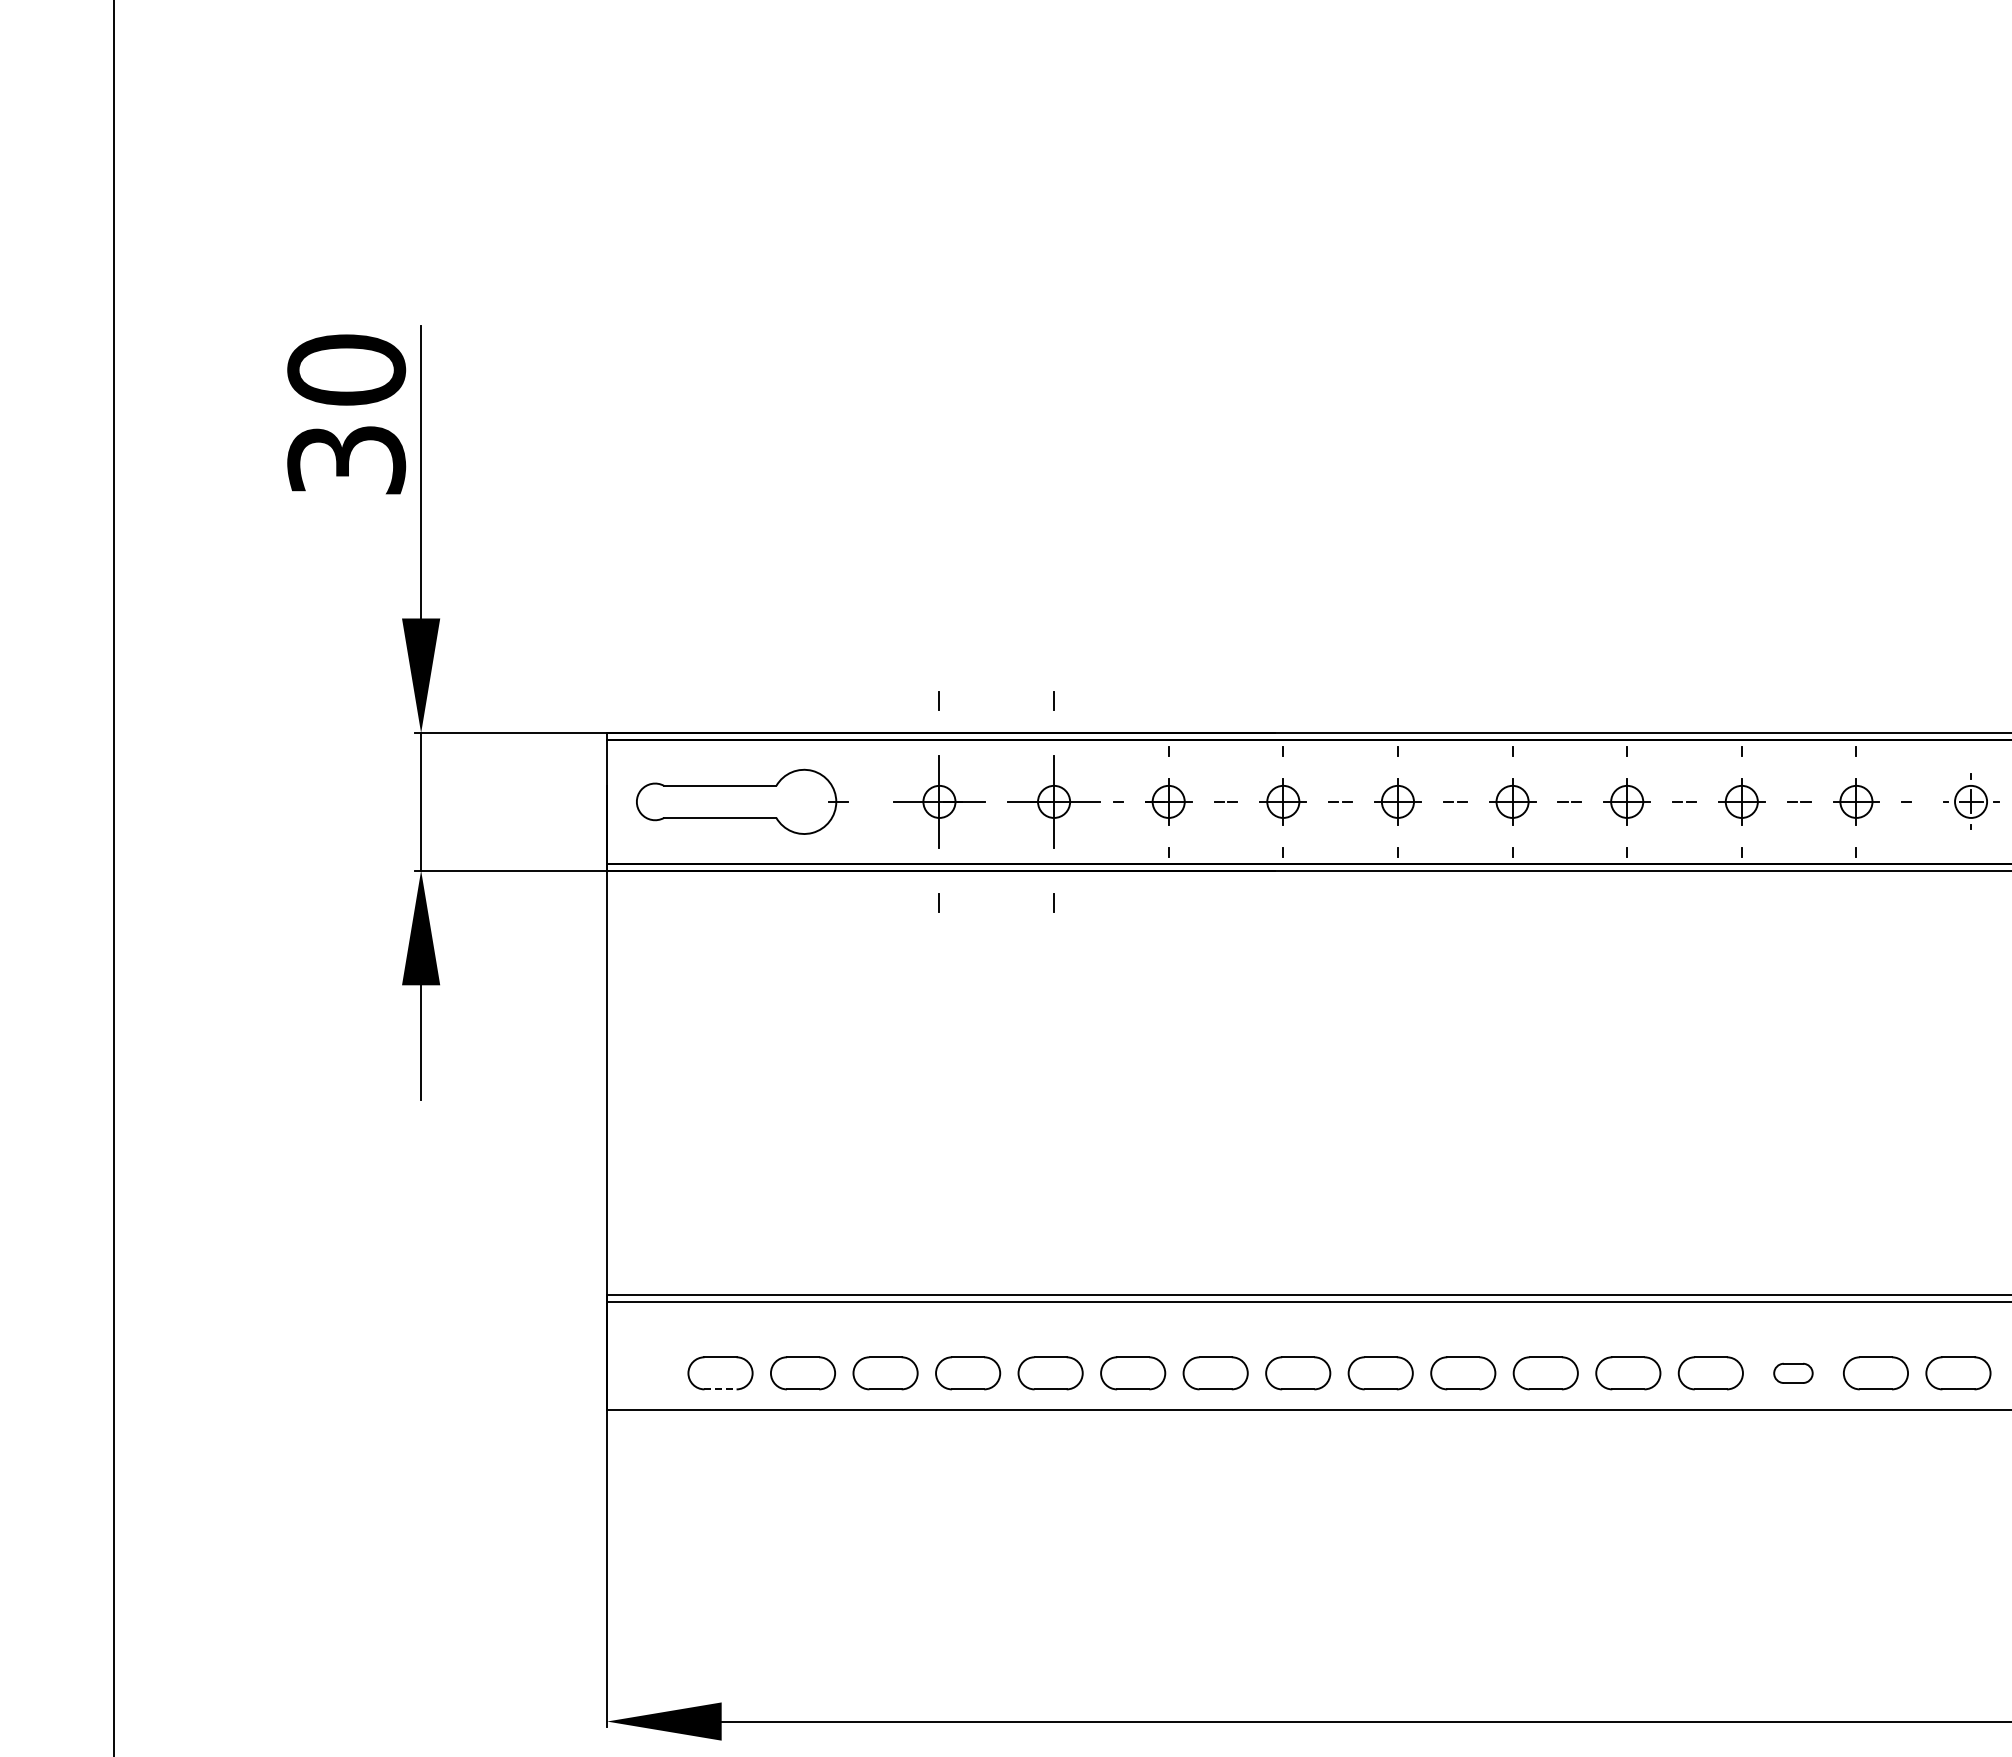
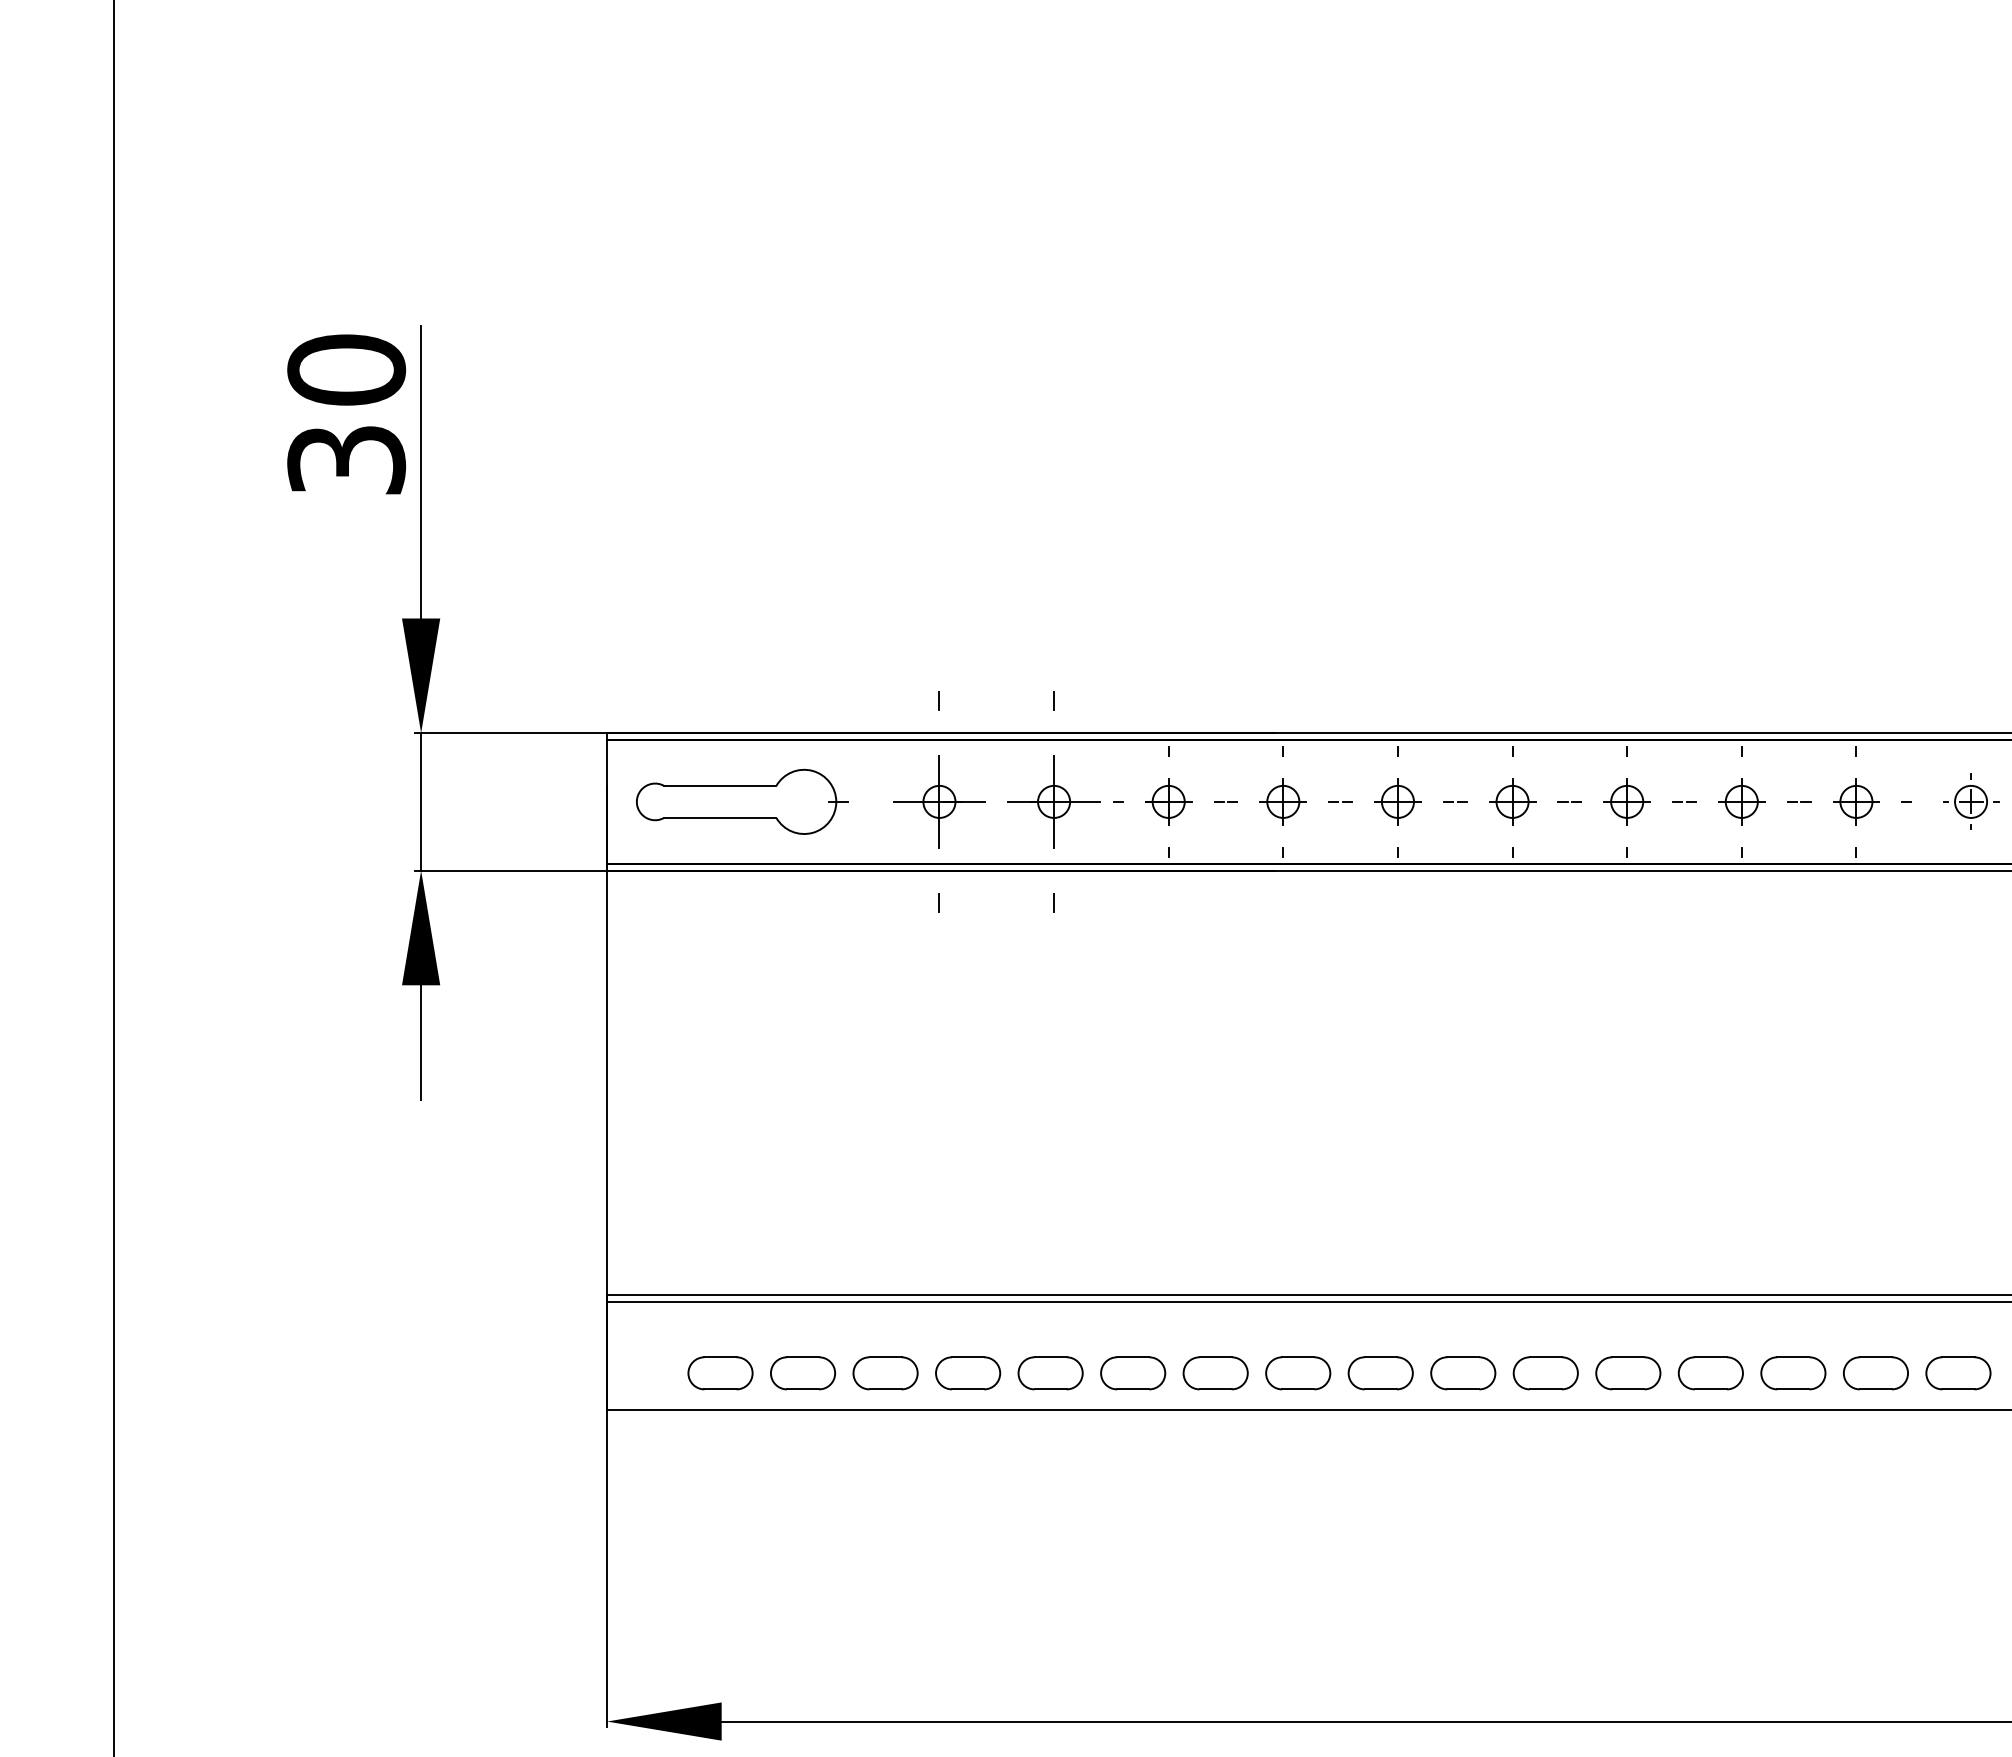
part at (1793, 1372) size: 41x22 px -> 67x35 px
line at (721, 1389): dashed -> solid
